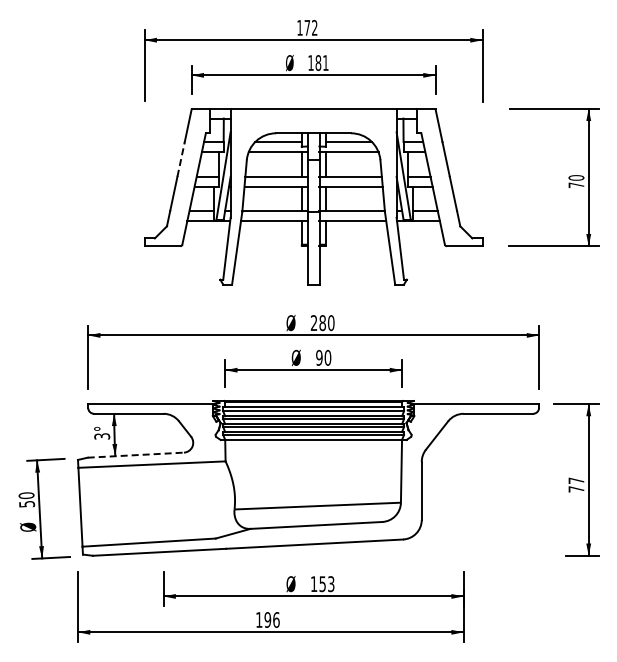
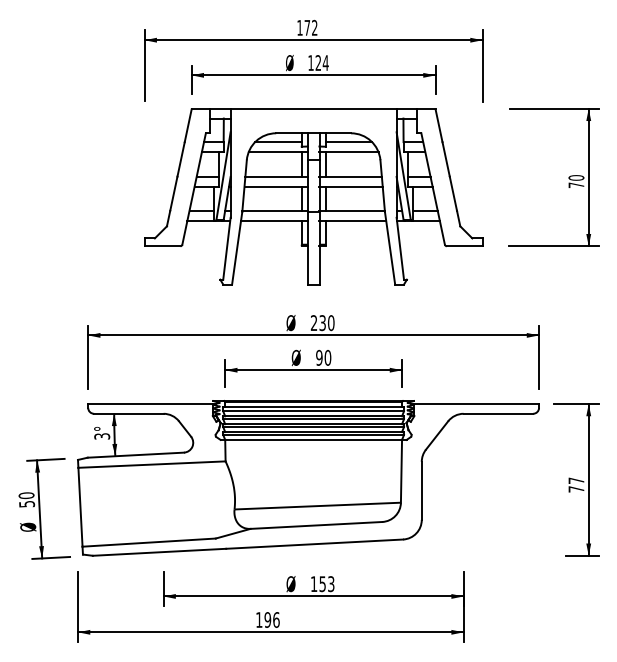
text at (321, 63): 181 -> 124
line at (181, 159): dashed -> solid
text at (322, 323): 280 -> 230
line at (136, 455): dashed -> solid
